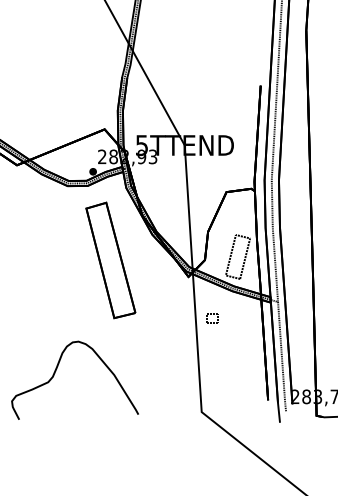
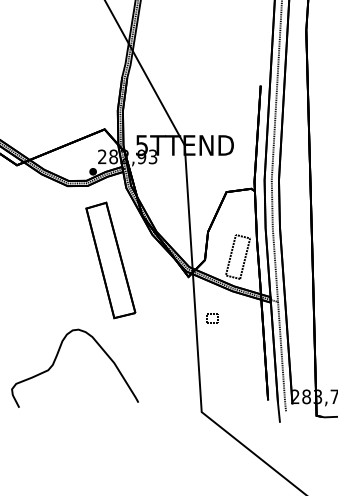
curve at (56, 371) position: (56, 371) -> (56, 359)
